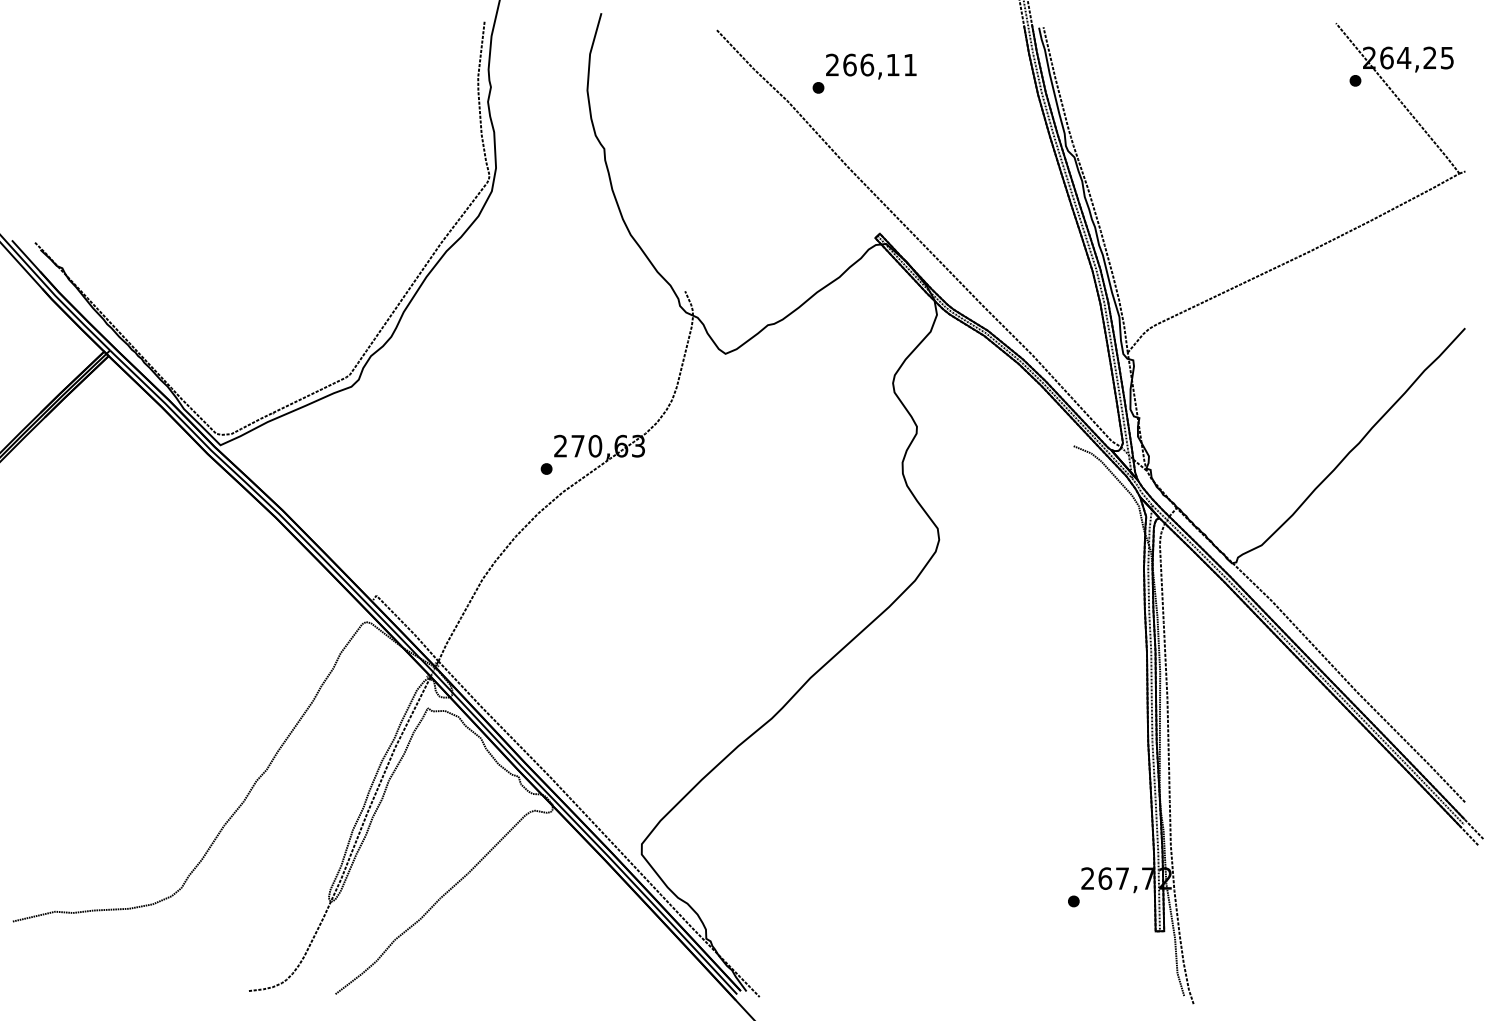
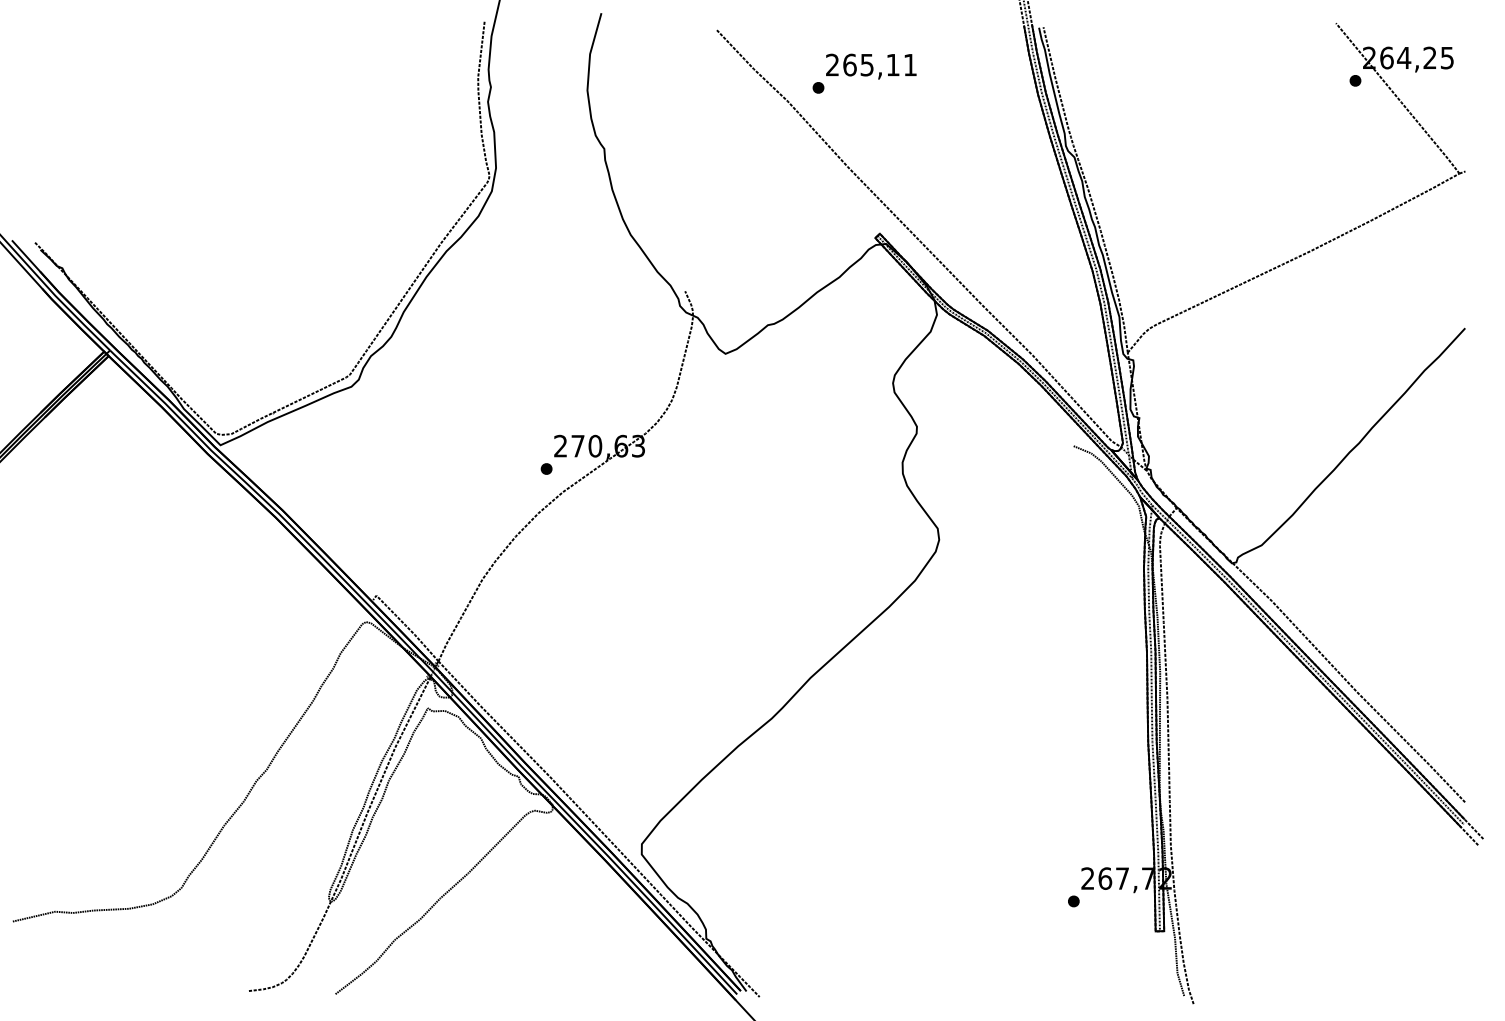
text at (867, 64): 266,11 -> 265,11
